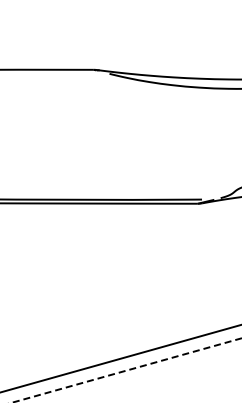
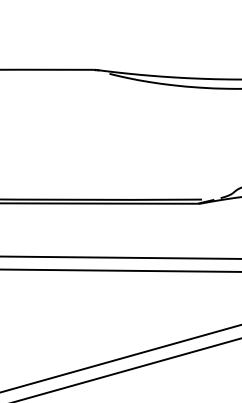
line at (120, 257): none -> present
line at (120, 270): none -> present
line at (125, 370): dashed -> solid
